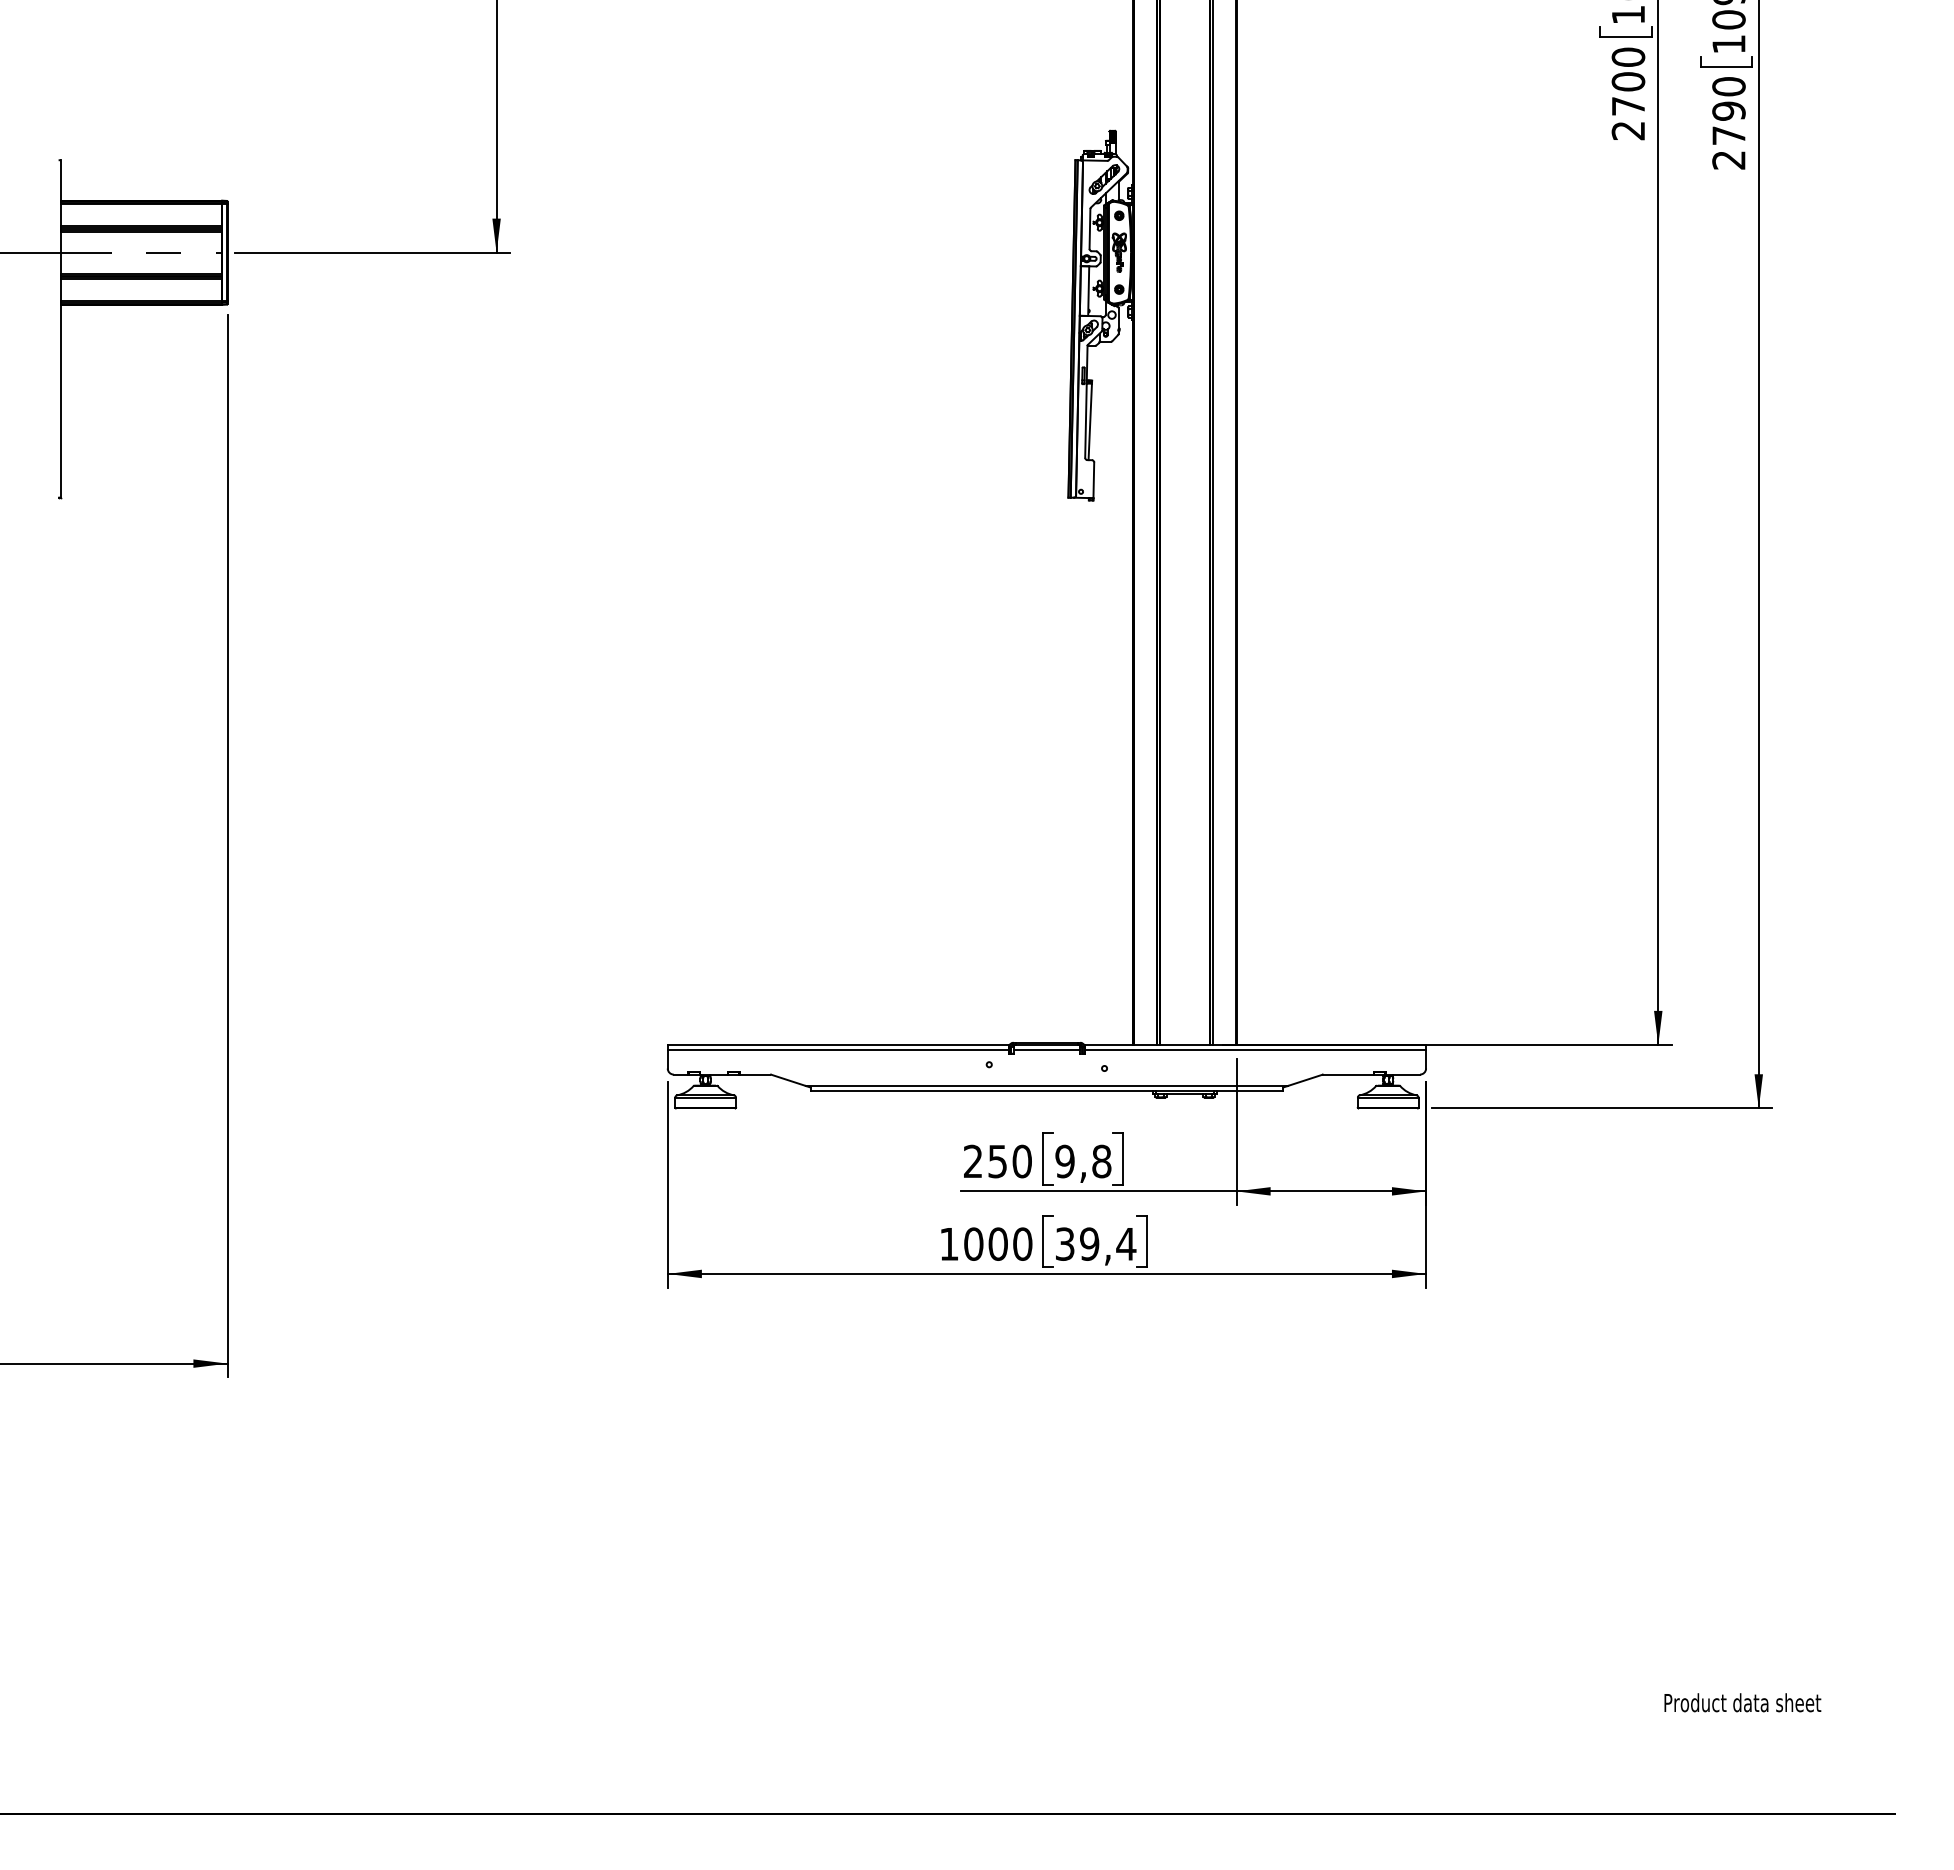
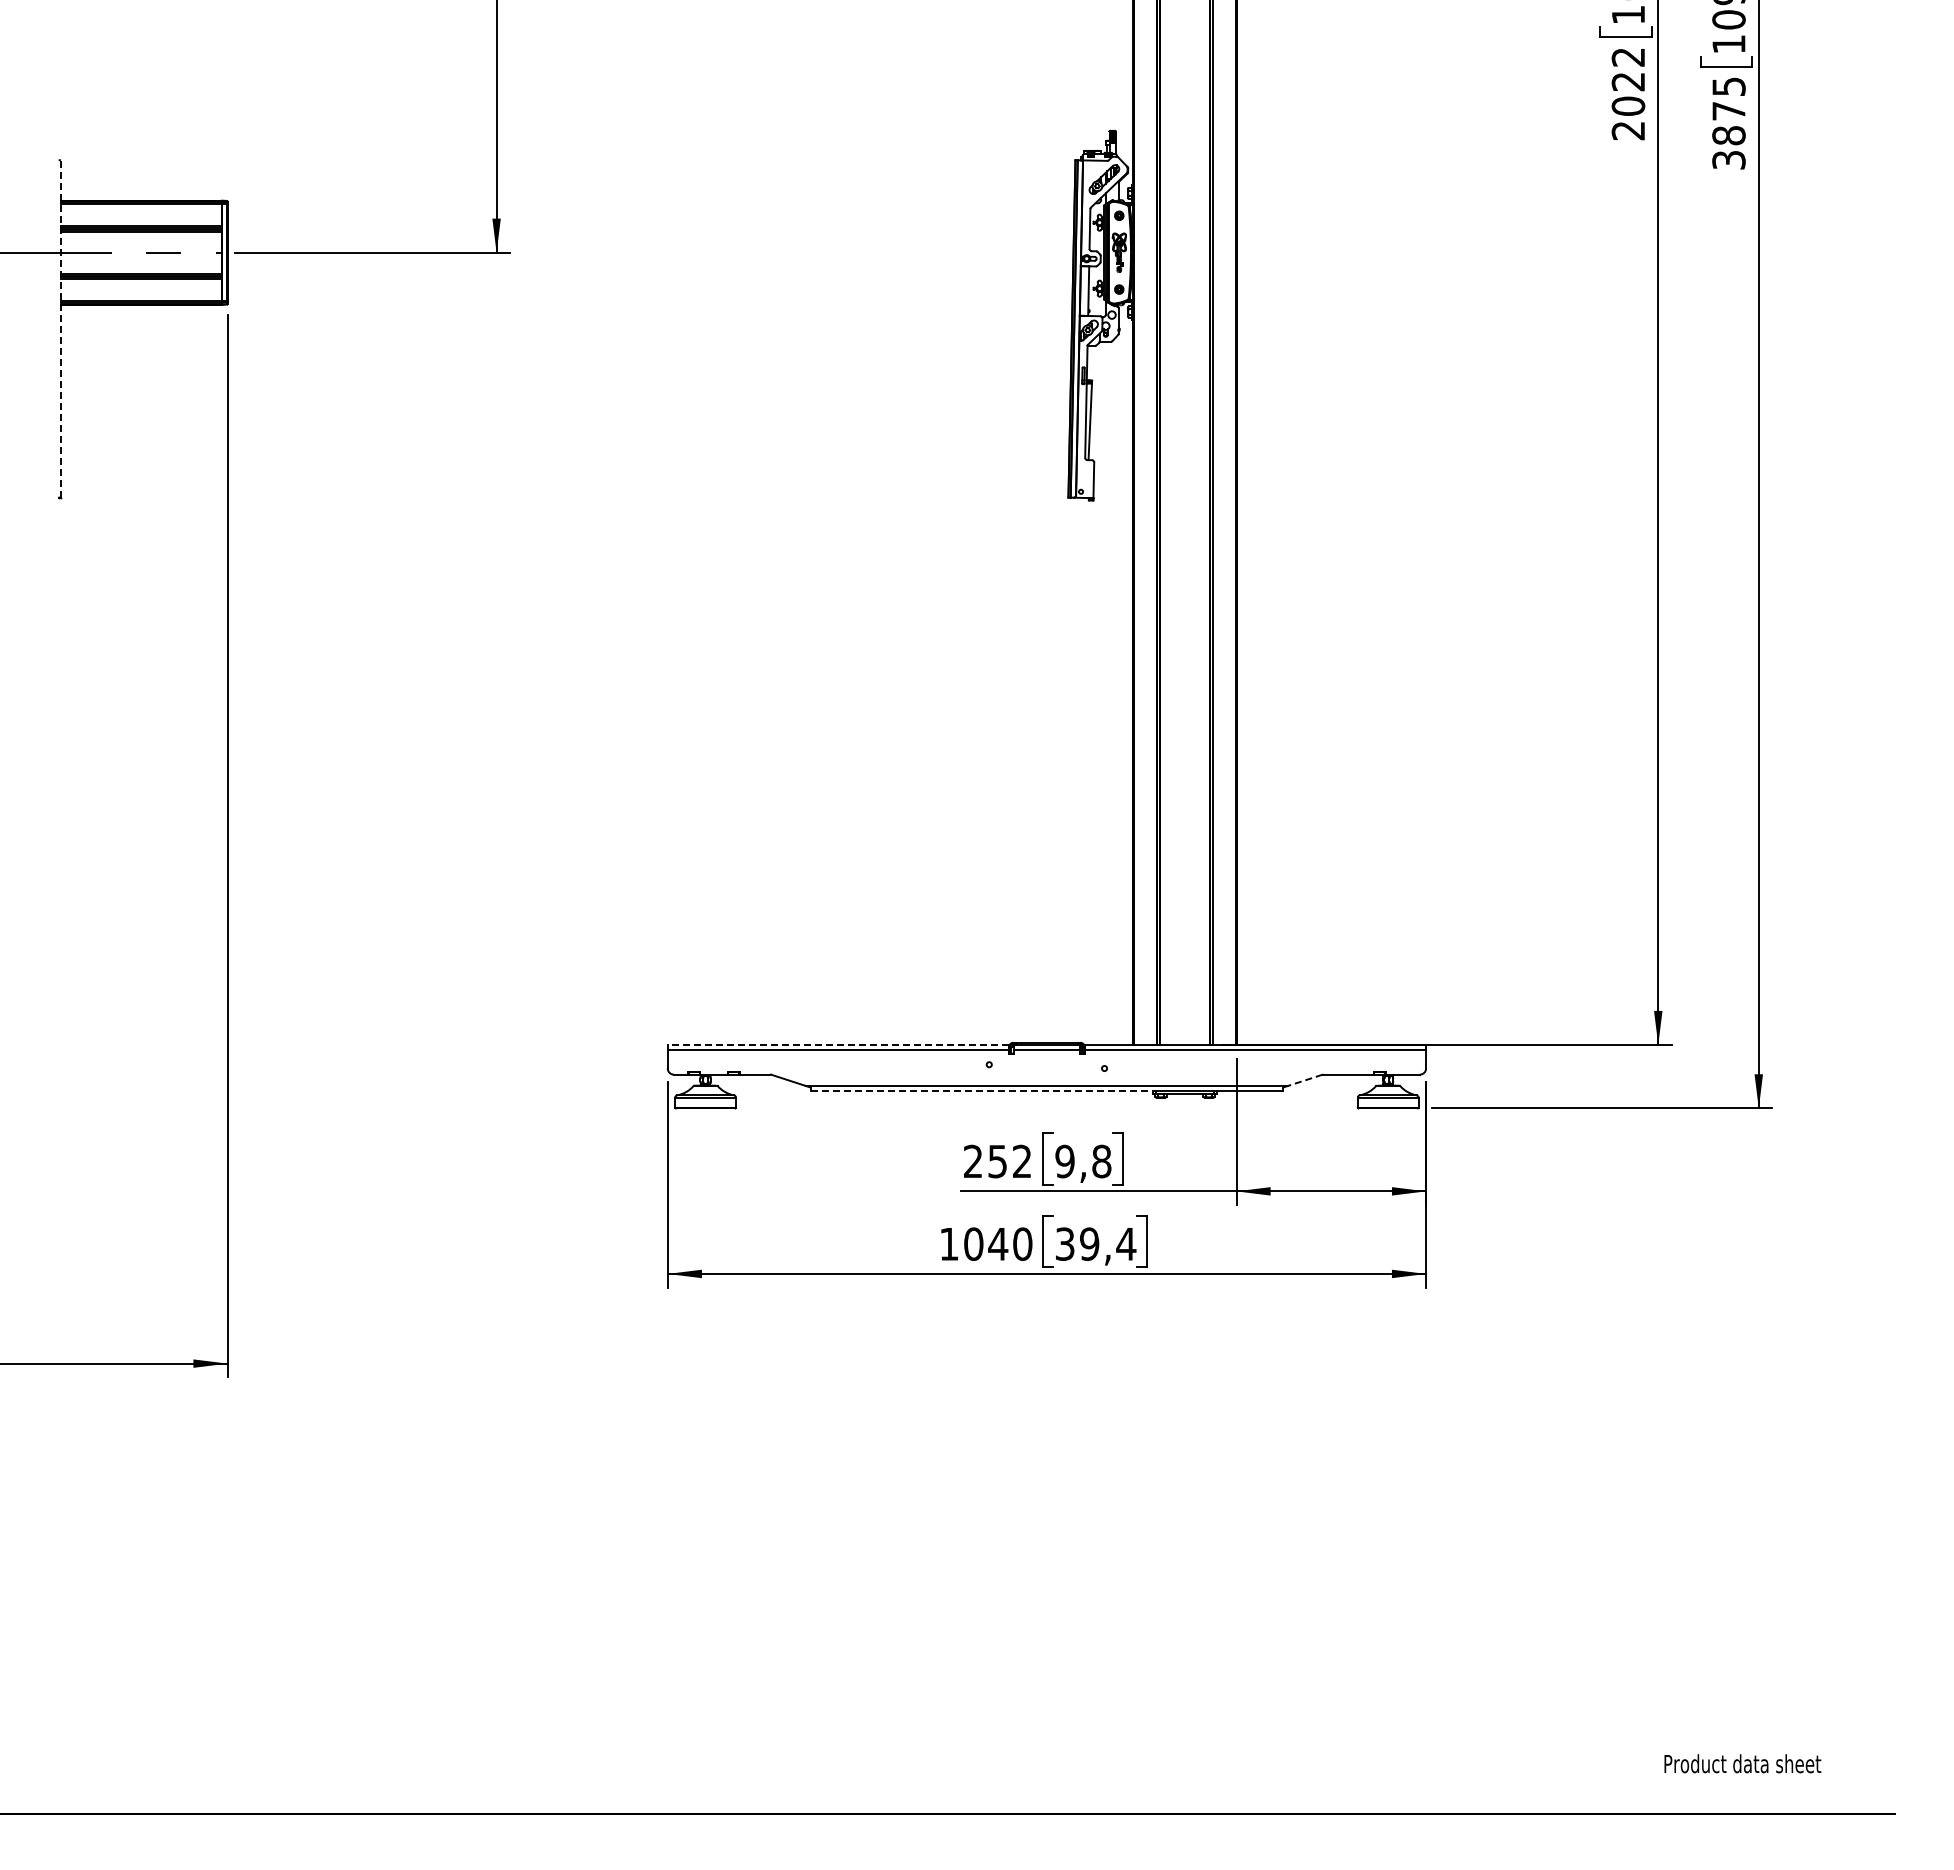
text at (1628, 81): 2700 -> 2022
text at (1728, 123): 2790 -> 3875
line at (60, 328): solid -> dashed
line at (837, 1045): solid -> dashed
line at (1304, 1080): solid -> dashed
line at (982, 1090): solid -> dashed
text at (1021, 1161): 250 -> 252
text at (998, 1243): 1000 -> 1040
text at (1742, 1702) position: (1742, 1702) -> (1742, 1763)
